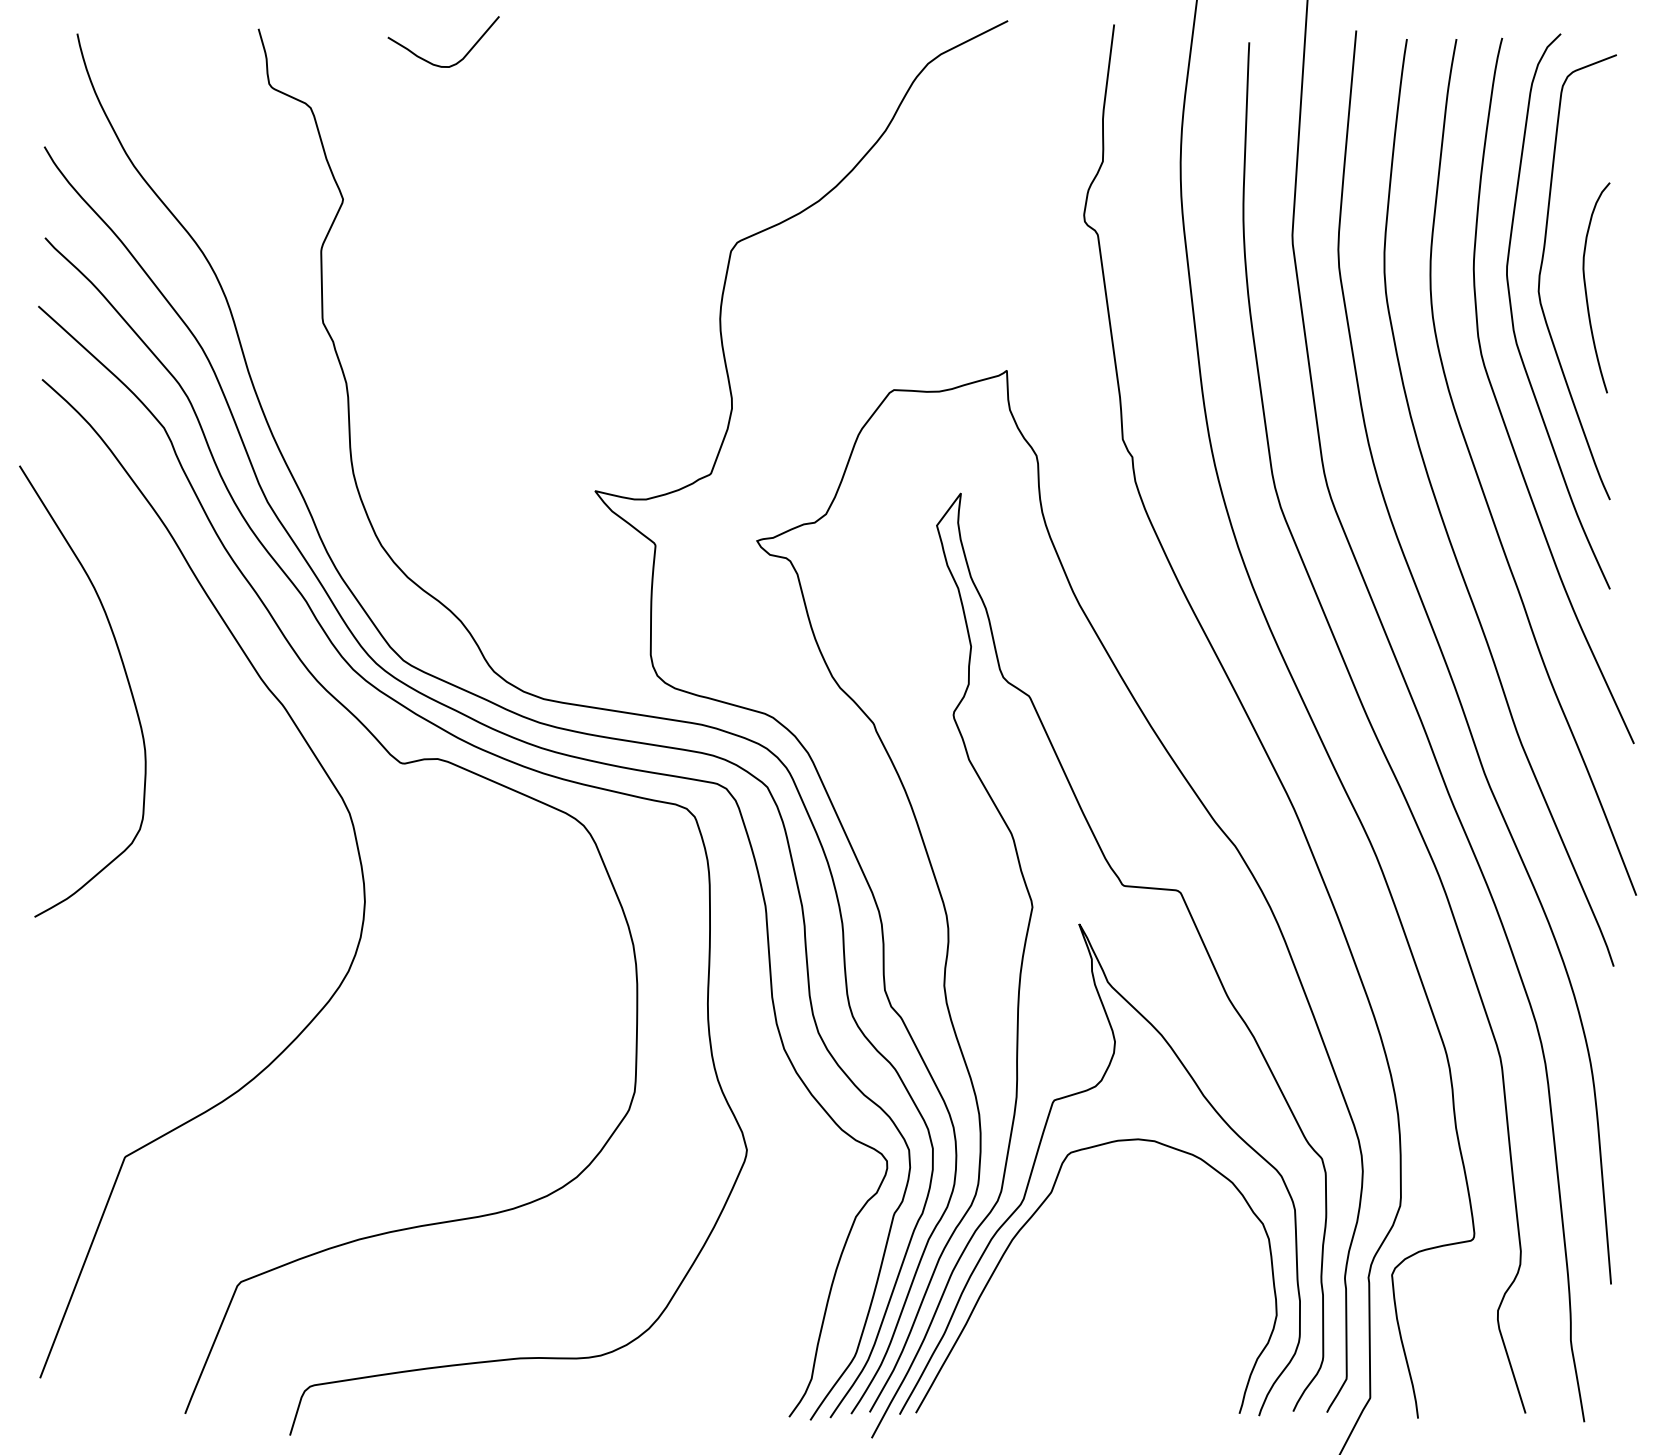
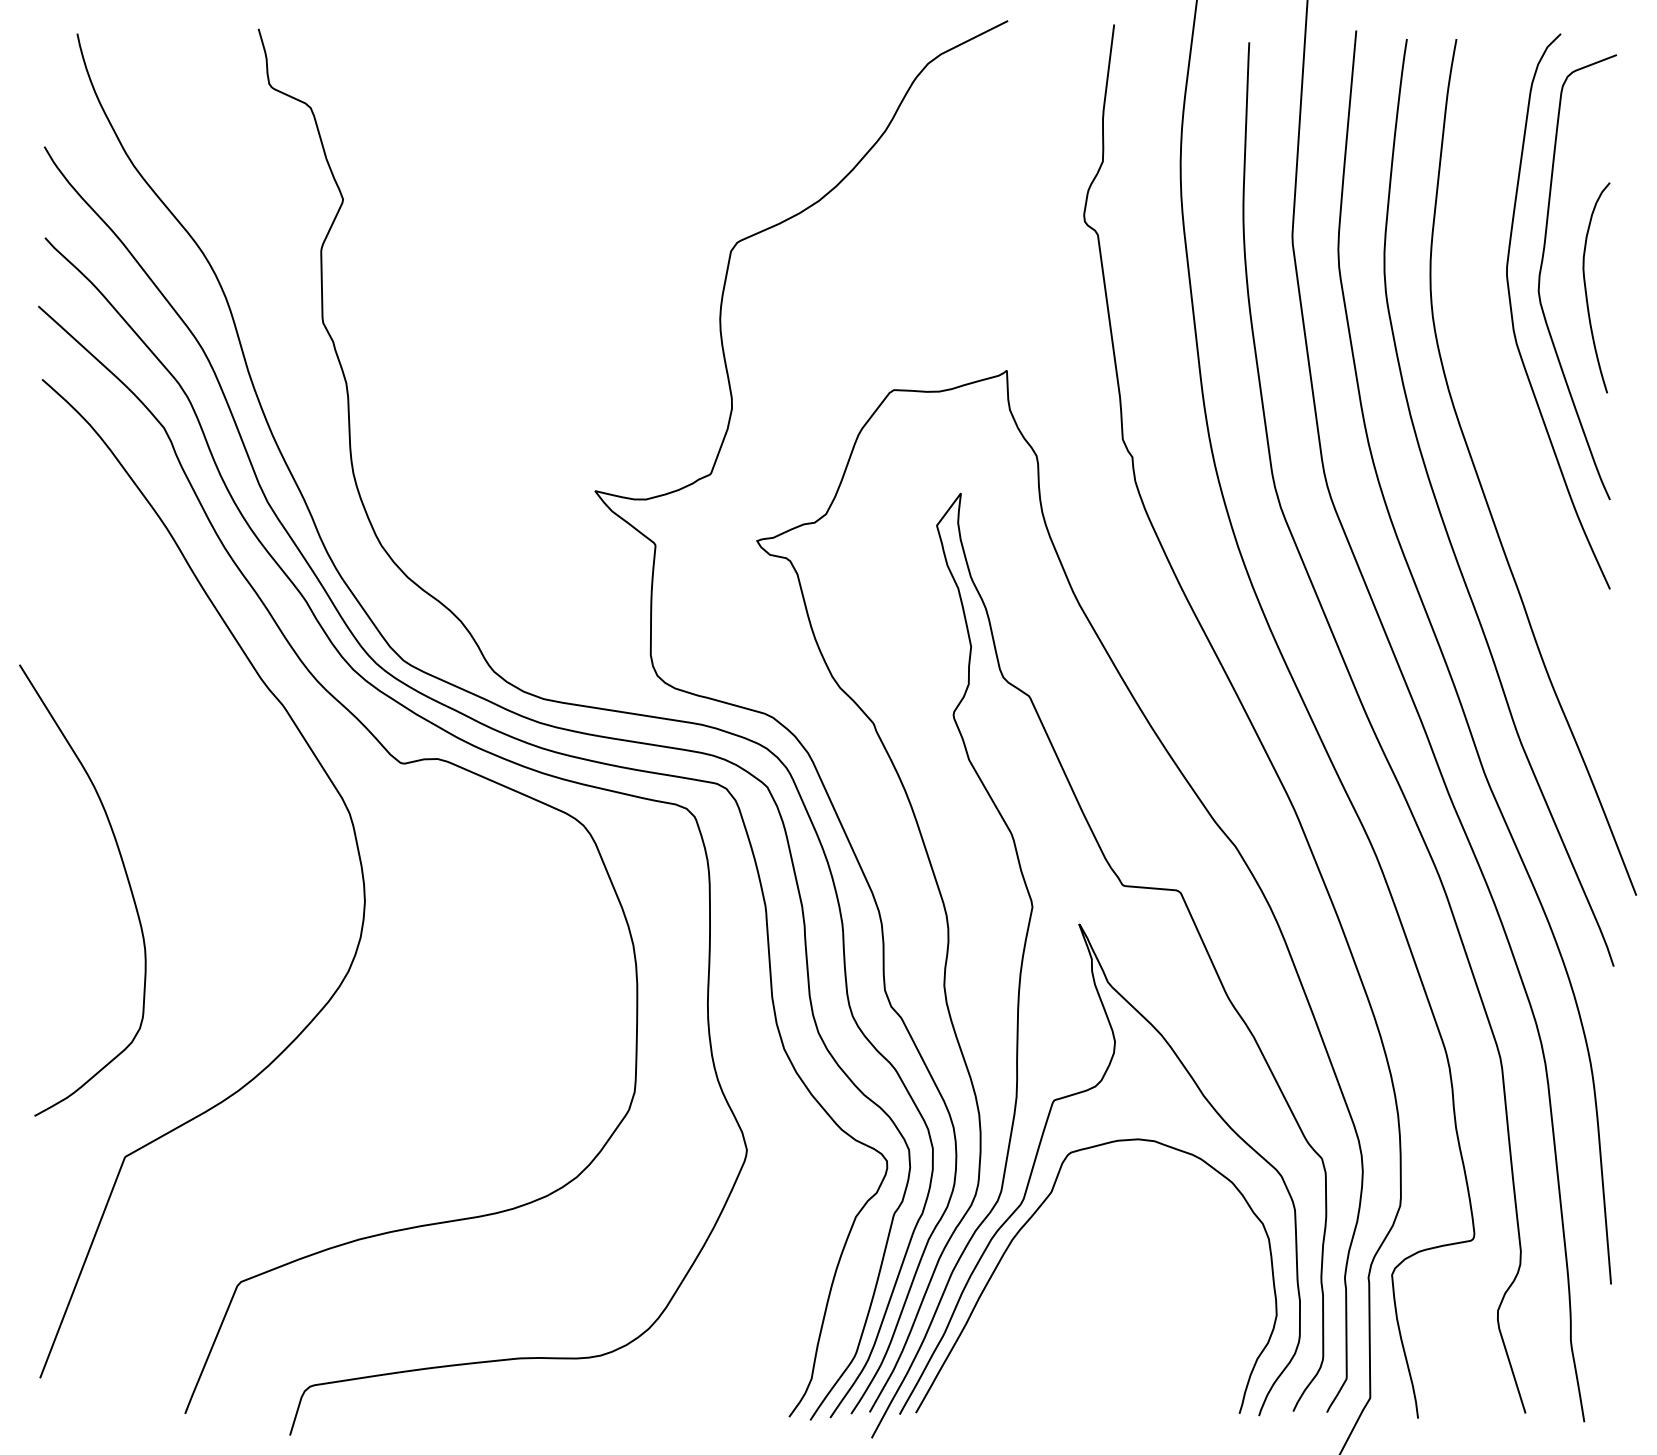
curve at (437, 64): present -> none
curve at (1500, 408): present -> none
curve at (126, 679) position: (126, 679) -> (126, 878)
